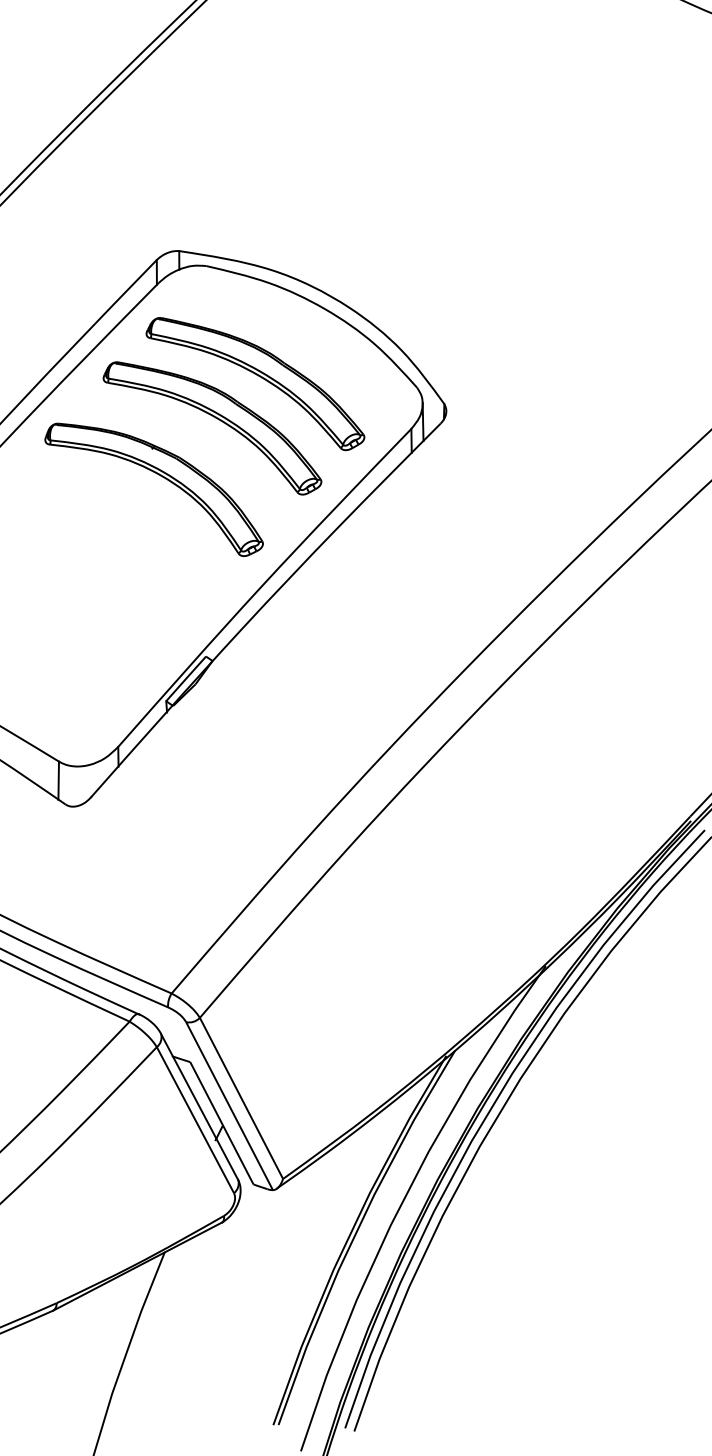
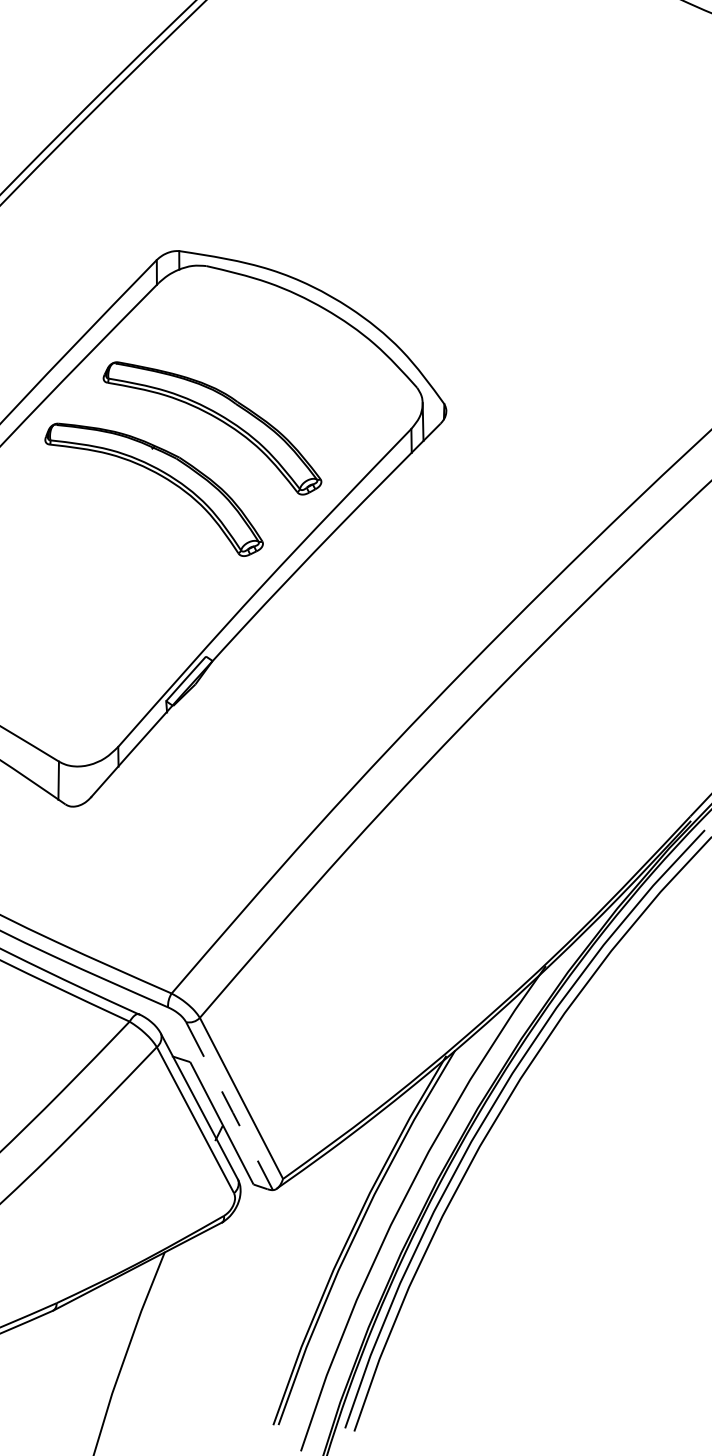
part at (259, 377): present -> none
line at (230, 1107): solid -> dashed
